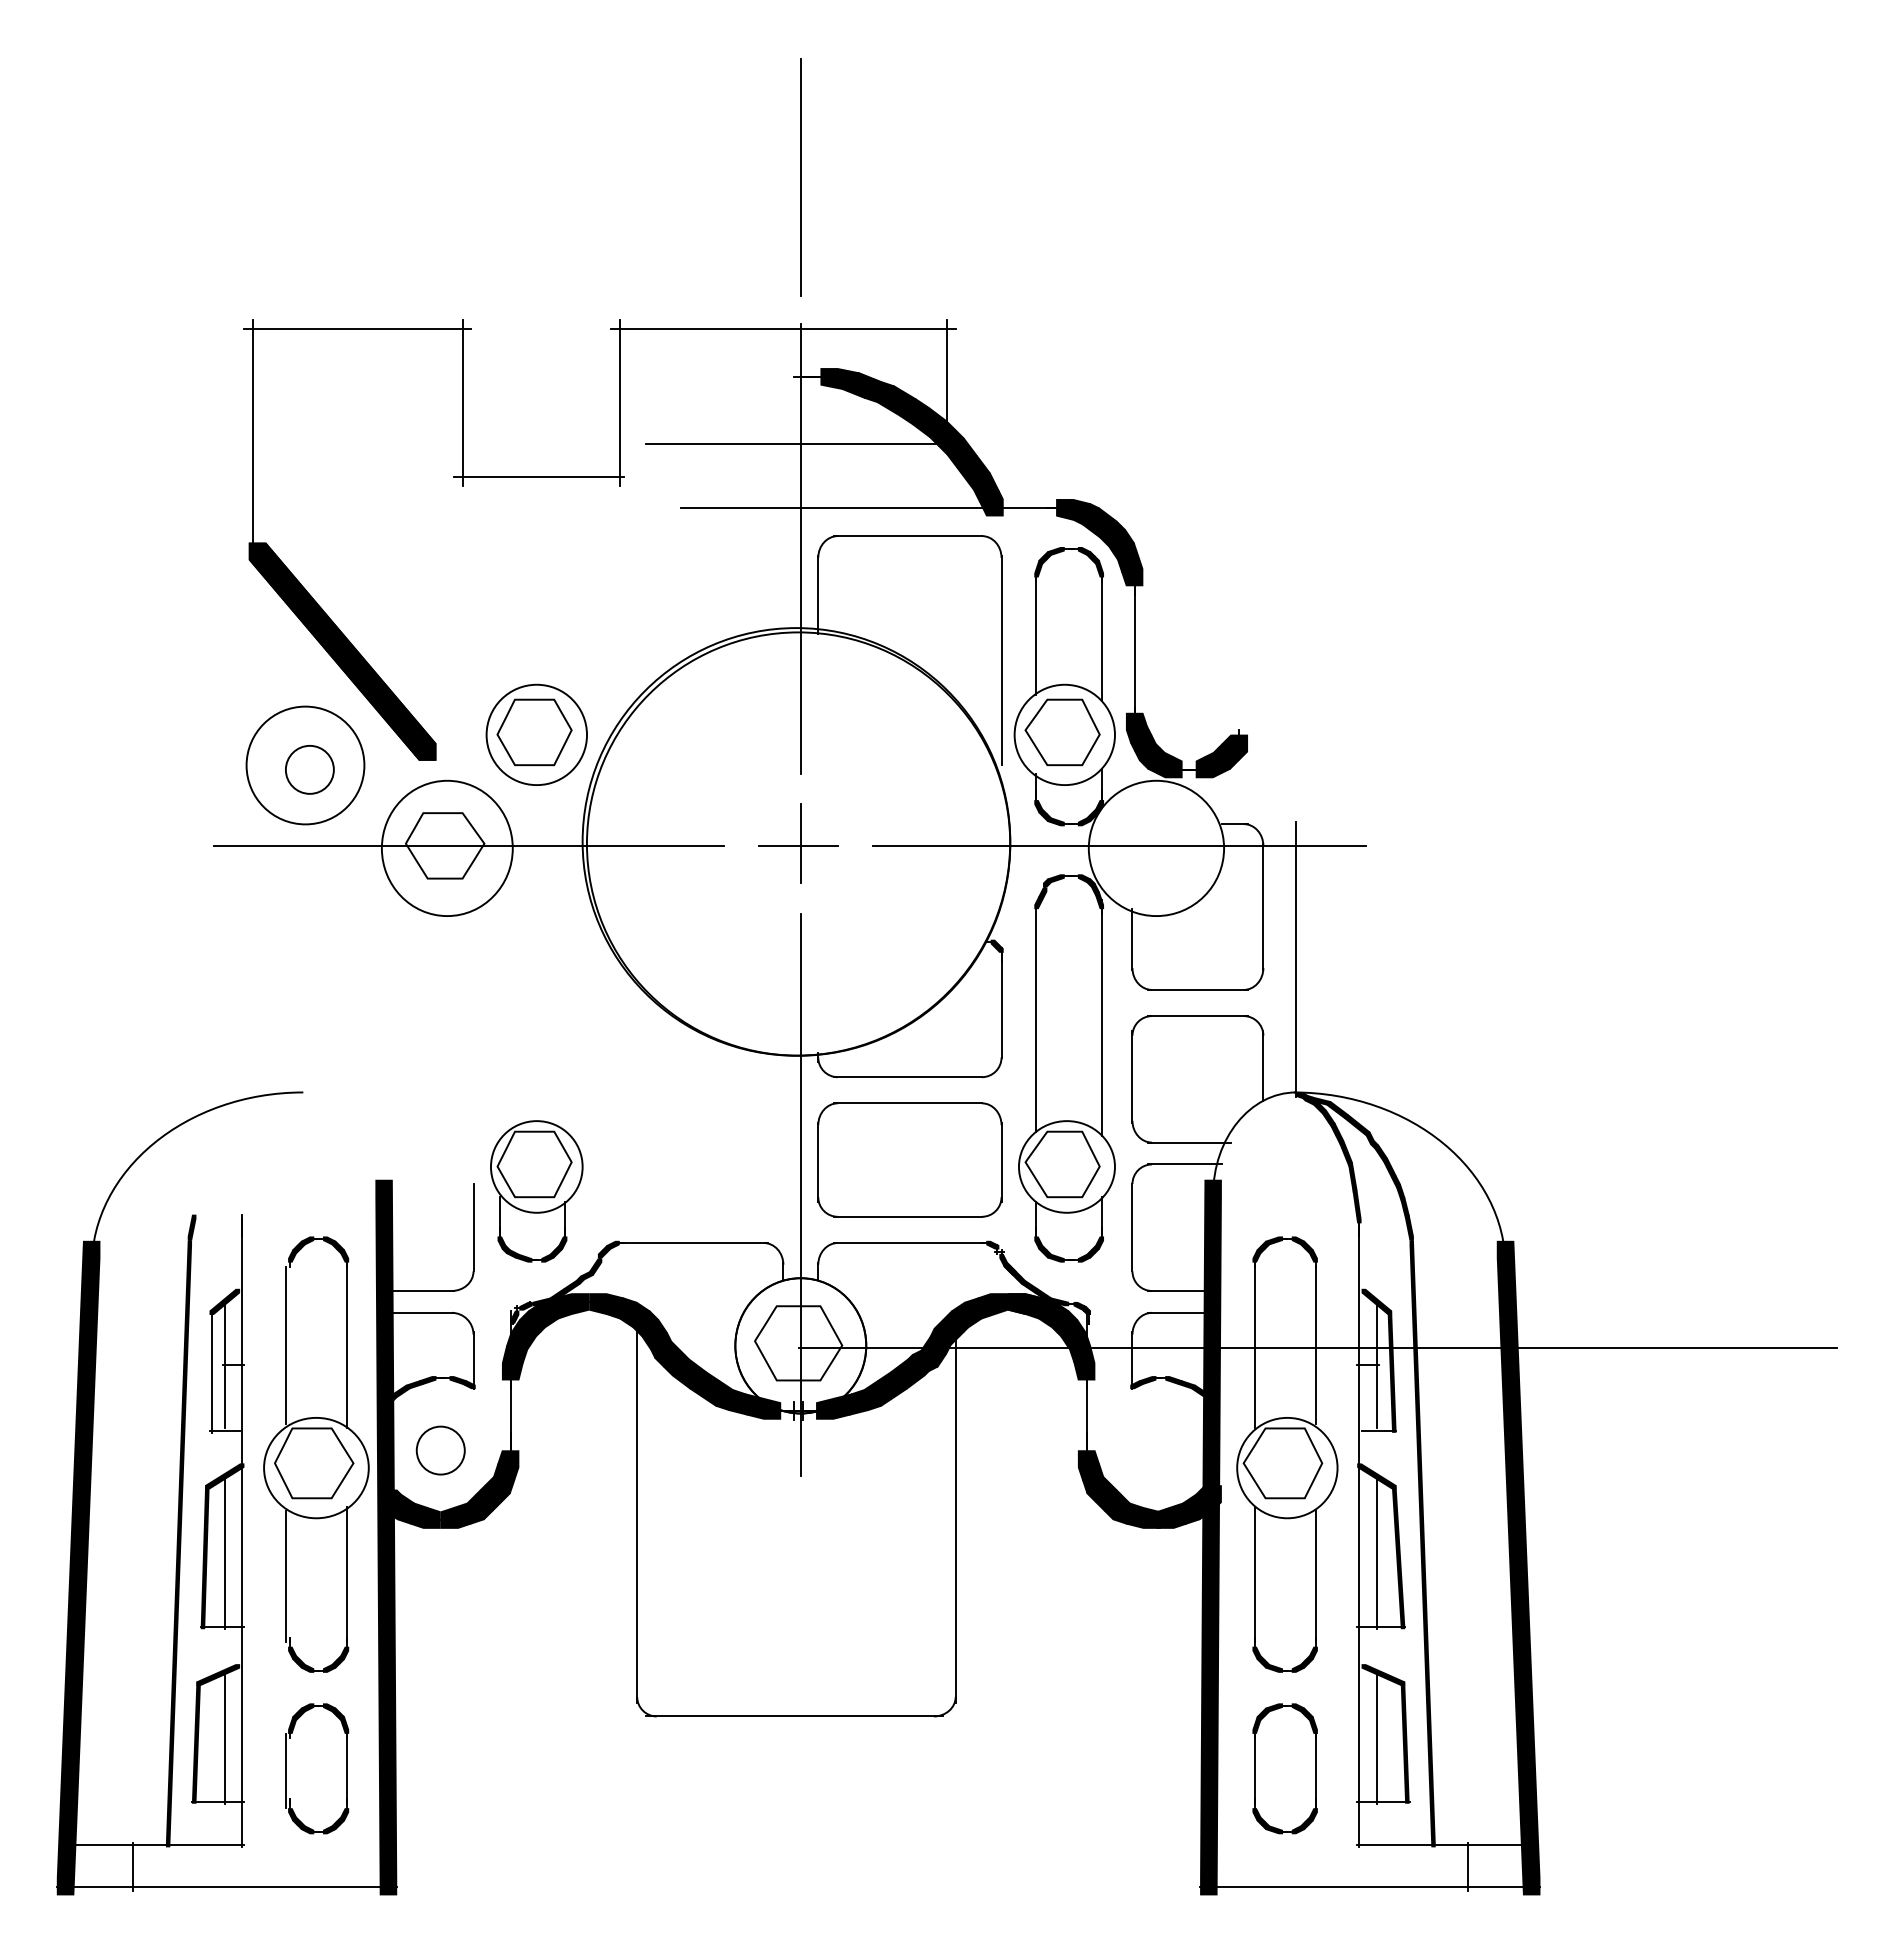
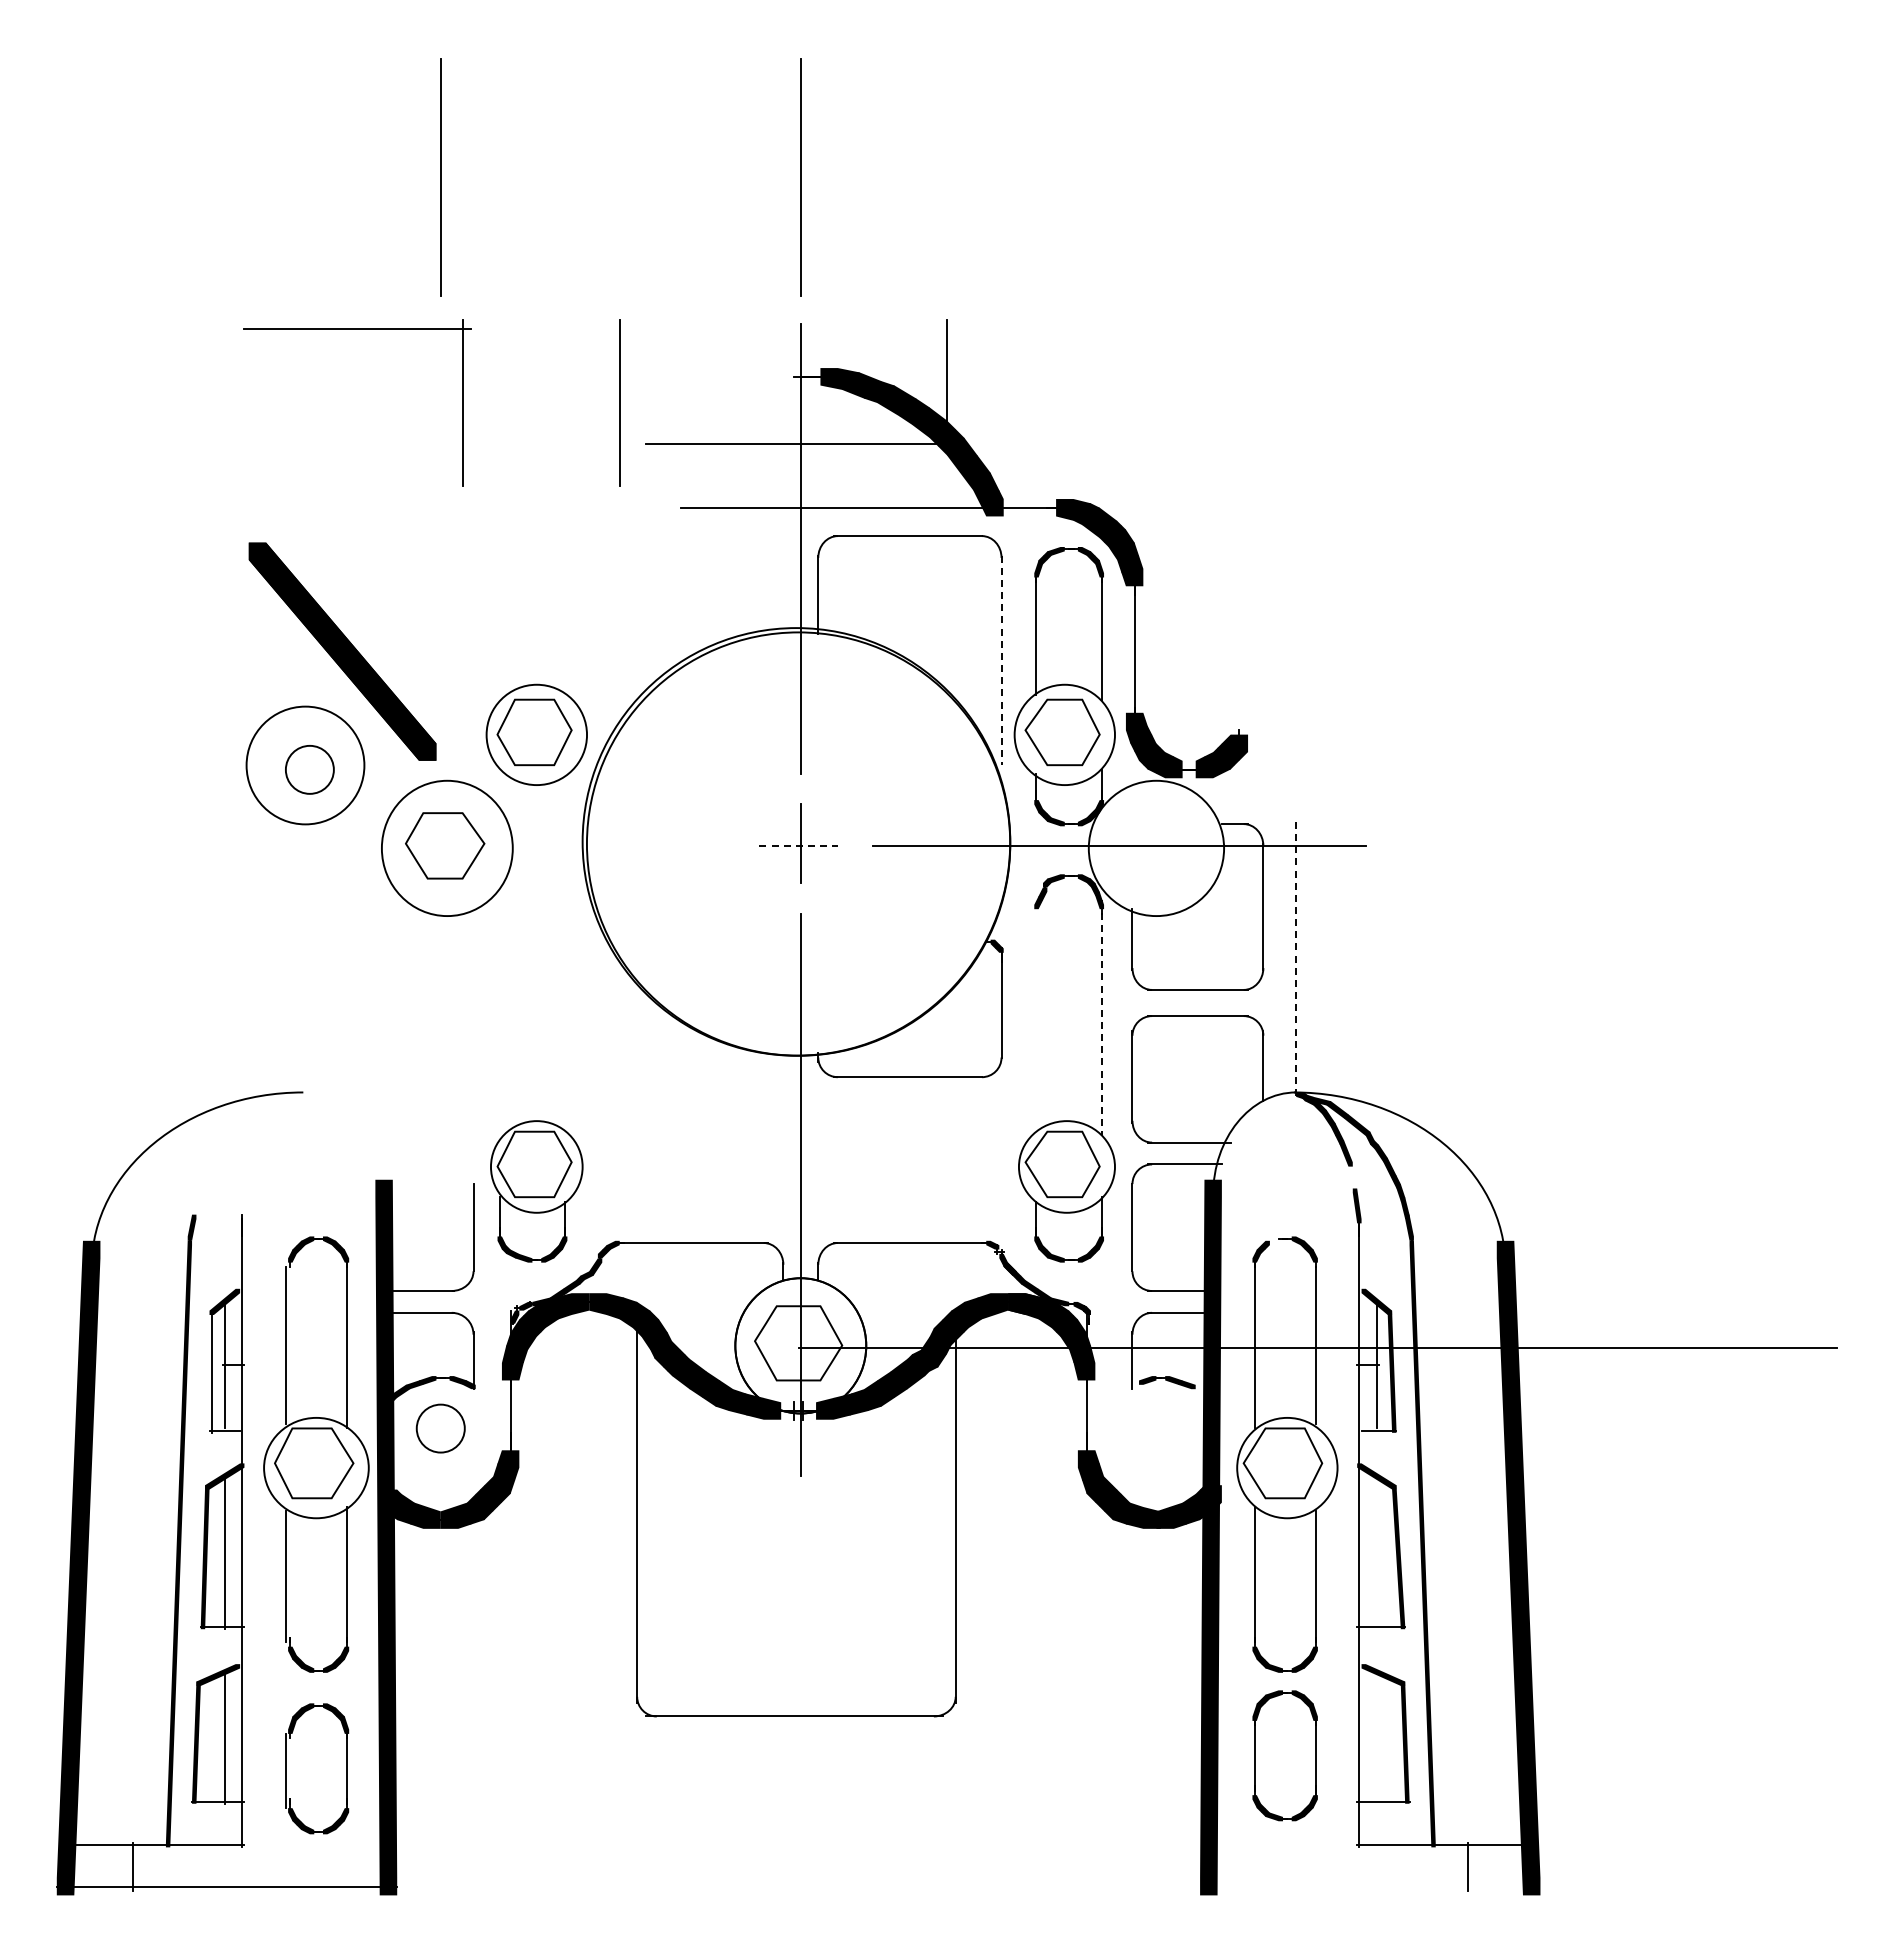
line at (440, 177): none -> present
line at (782, 328): present -> none
line at (253, 435): present -> none
line at (538, 477): present -> none
line at (1001, 660): solid -> dashed
line at (468, 845): present -> none
line at (799, 845): solid -> dashed
line at (1296, 959): solid -> dashed
line at (1036, 1017): present -> none
line at (1101, 1018): solid -> dashed
part at (909, 1159): present -> none
fill at (1352, 1177): present -> none
fill at (1274, 1240): present -> none
fill at (1136, 1384): present -> none
fill at (1199, 1390): present -> none
part at (440, 1450) position: (440, 1450) -> (440, 1428)
line at (1376, 1552): present -> none
line at (1376, 1737): present -> none
part at (1284, 1768) position: (1284, 1768) -> (1284, 1755)
line at (1370, 1886): present -> none
